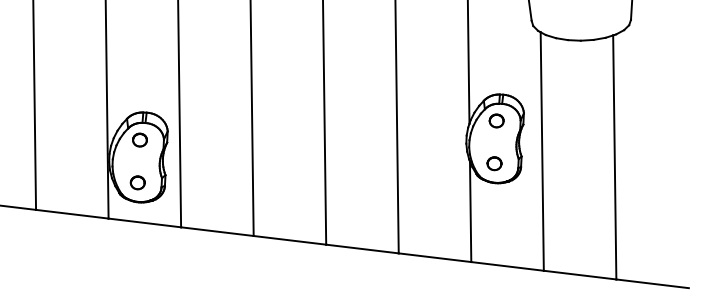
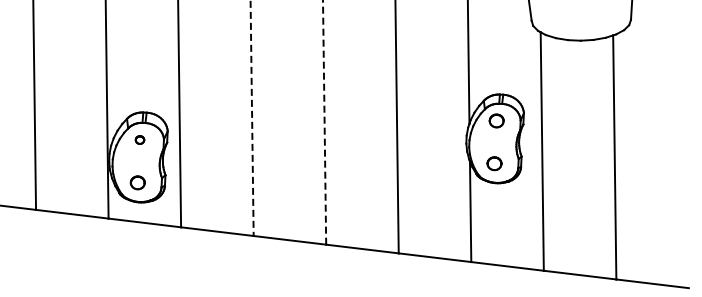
line at (252, 118): solid -> dashed
line at (324, 121): solid -> dashed
part at (139, 139) size: 16x16 px -> 12x10 px
